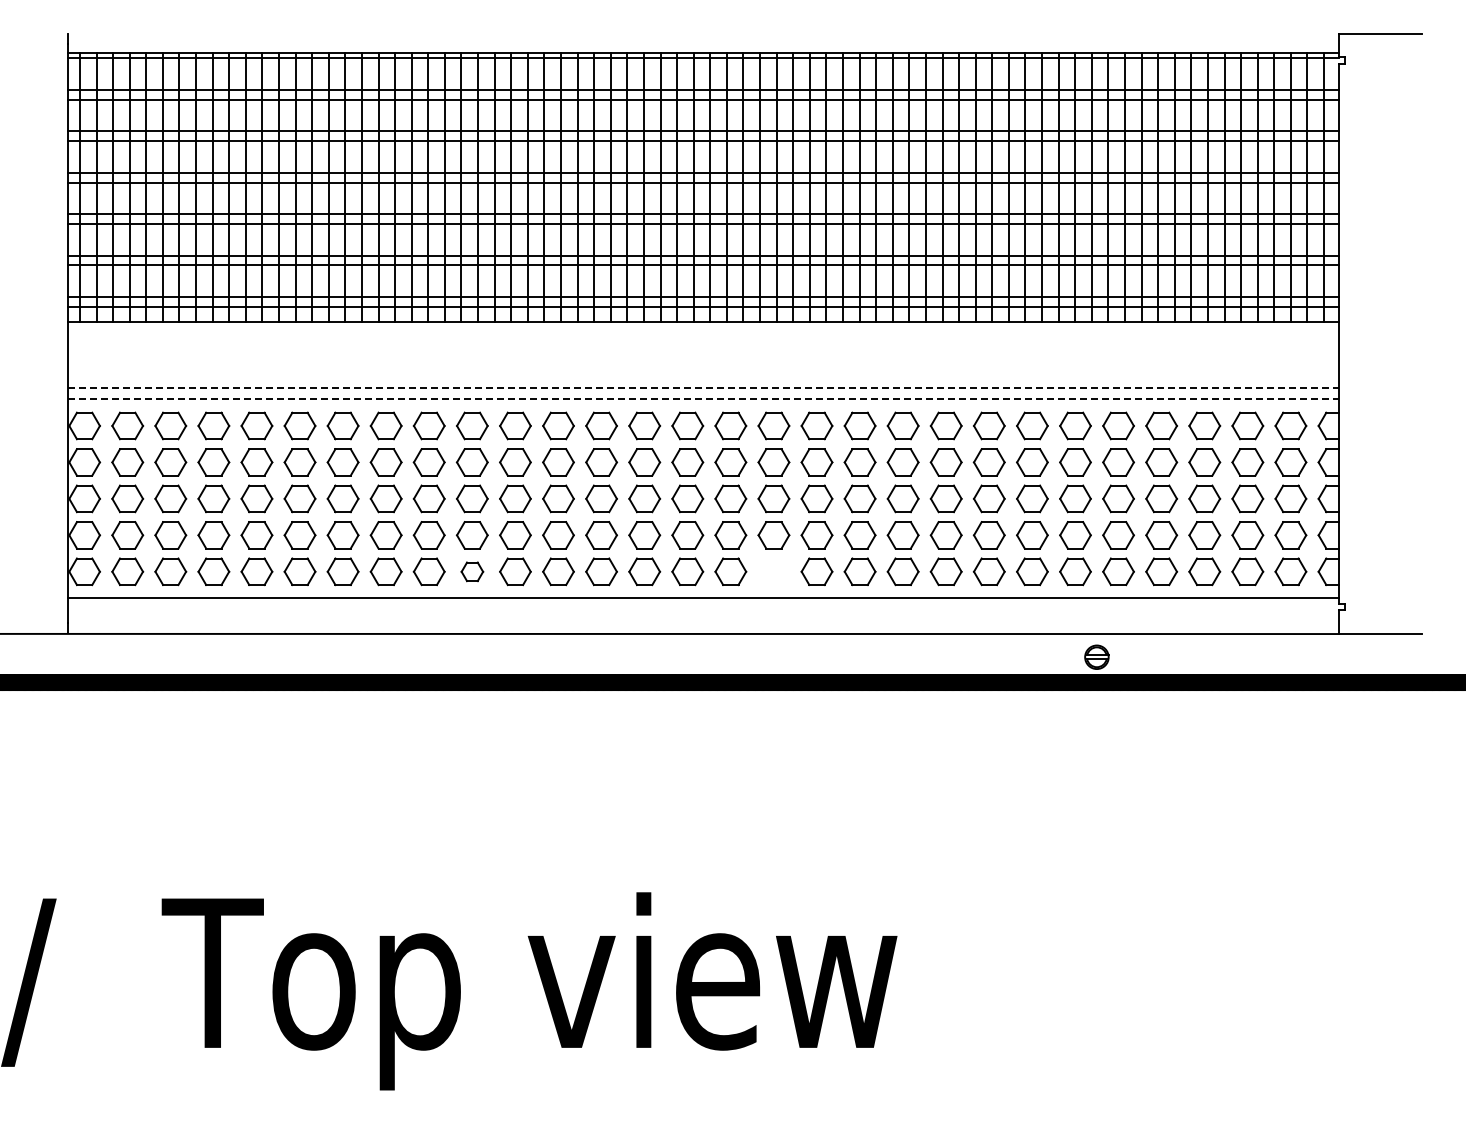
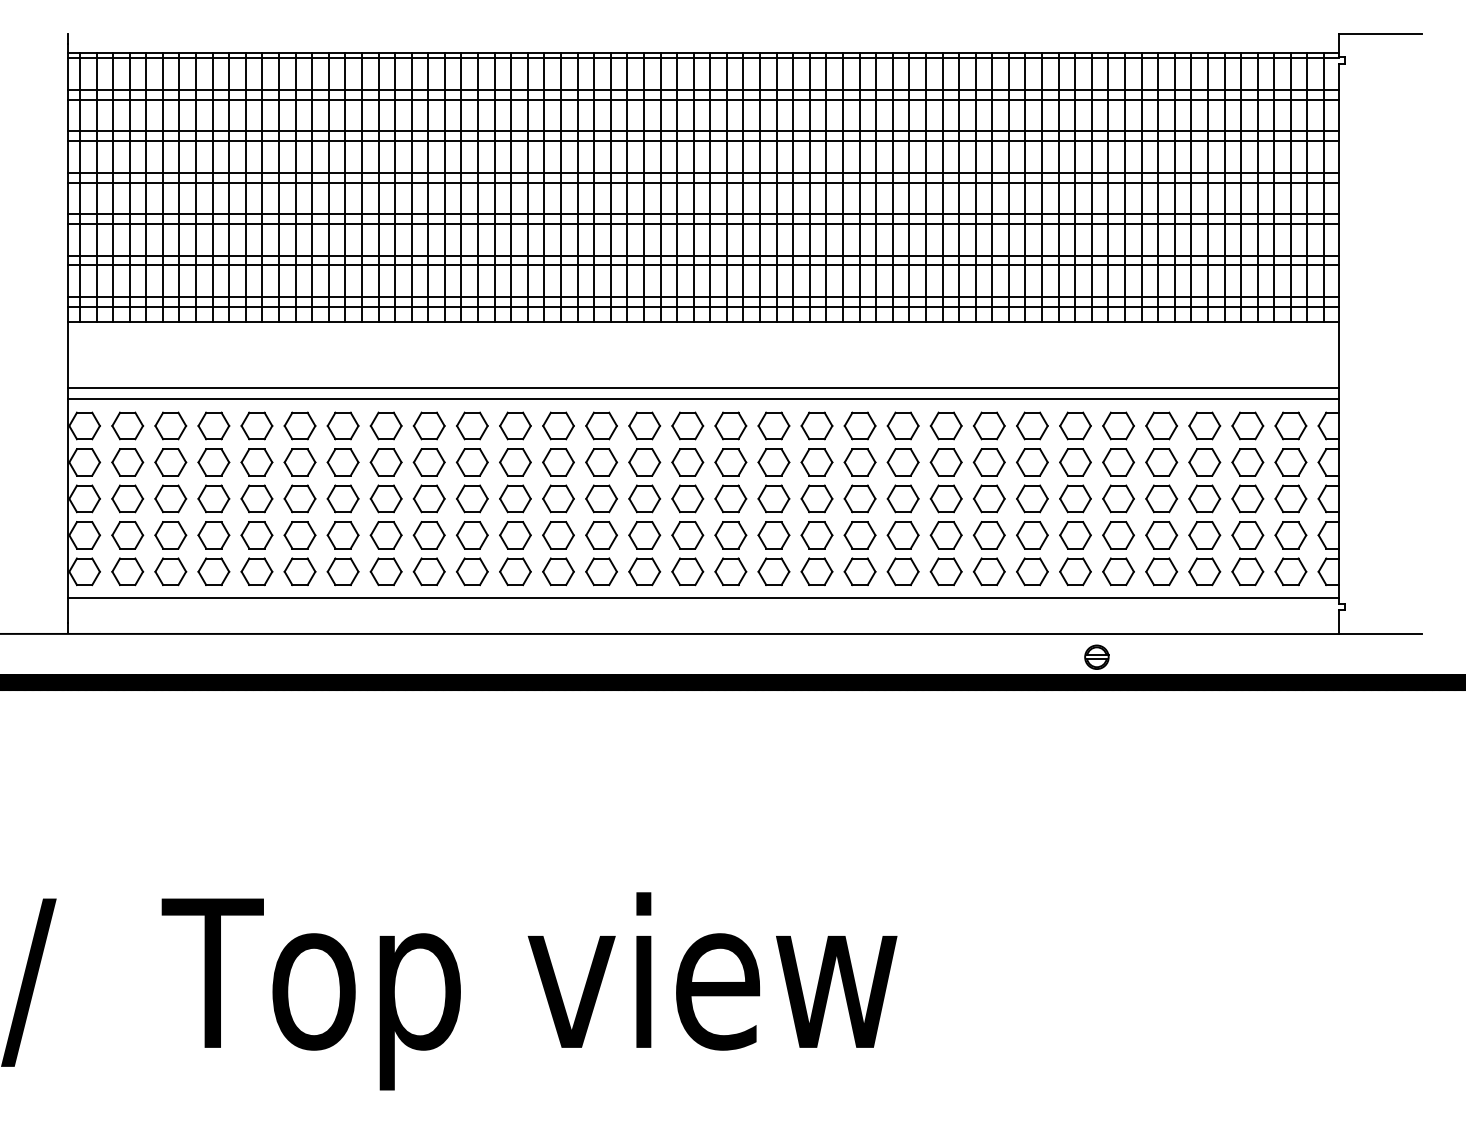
line at (704, 388): dashed -> solid
line at (704, 399): dashed -> solid
part at (472, 571) size: 25x22 px -> 33x30 px
part at (773, 571): none -> present
